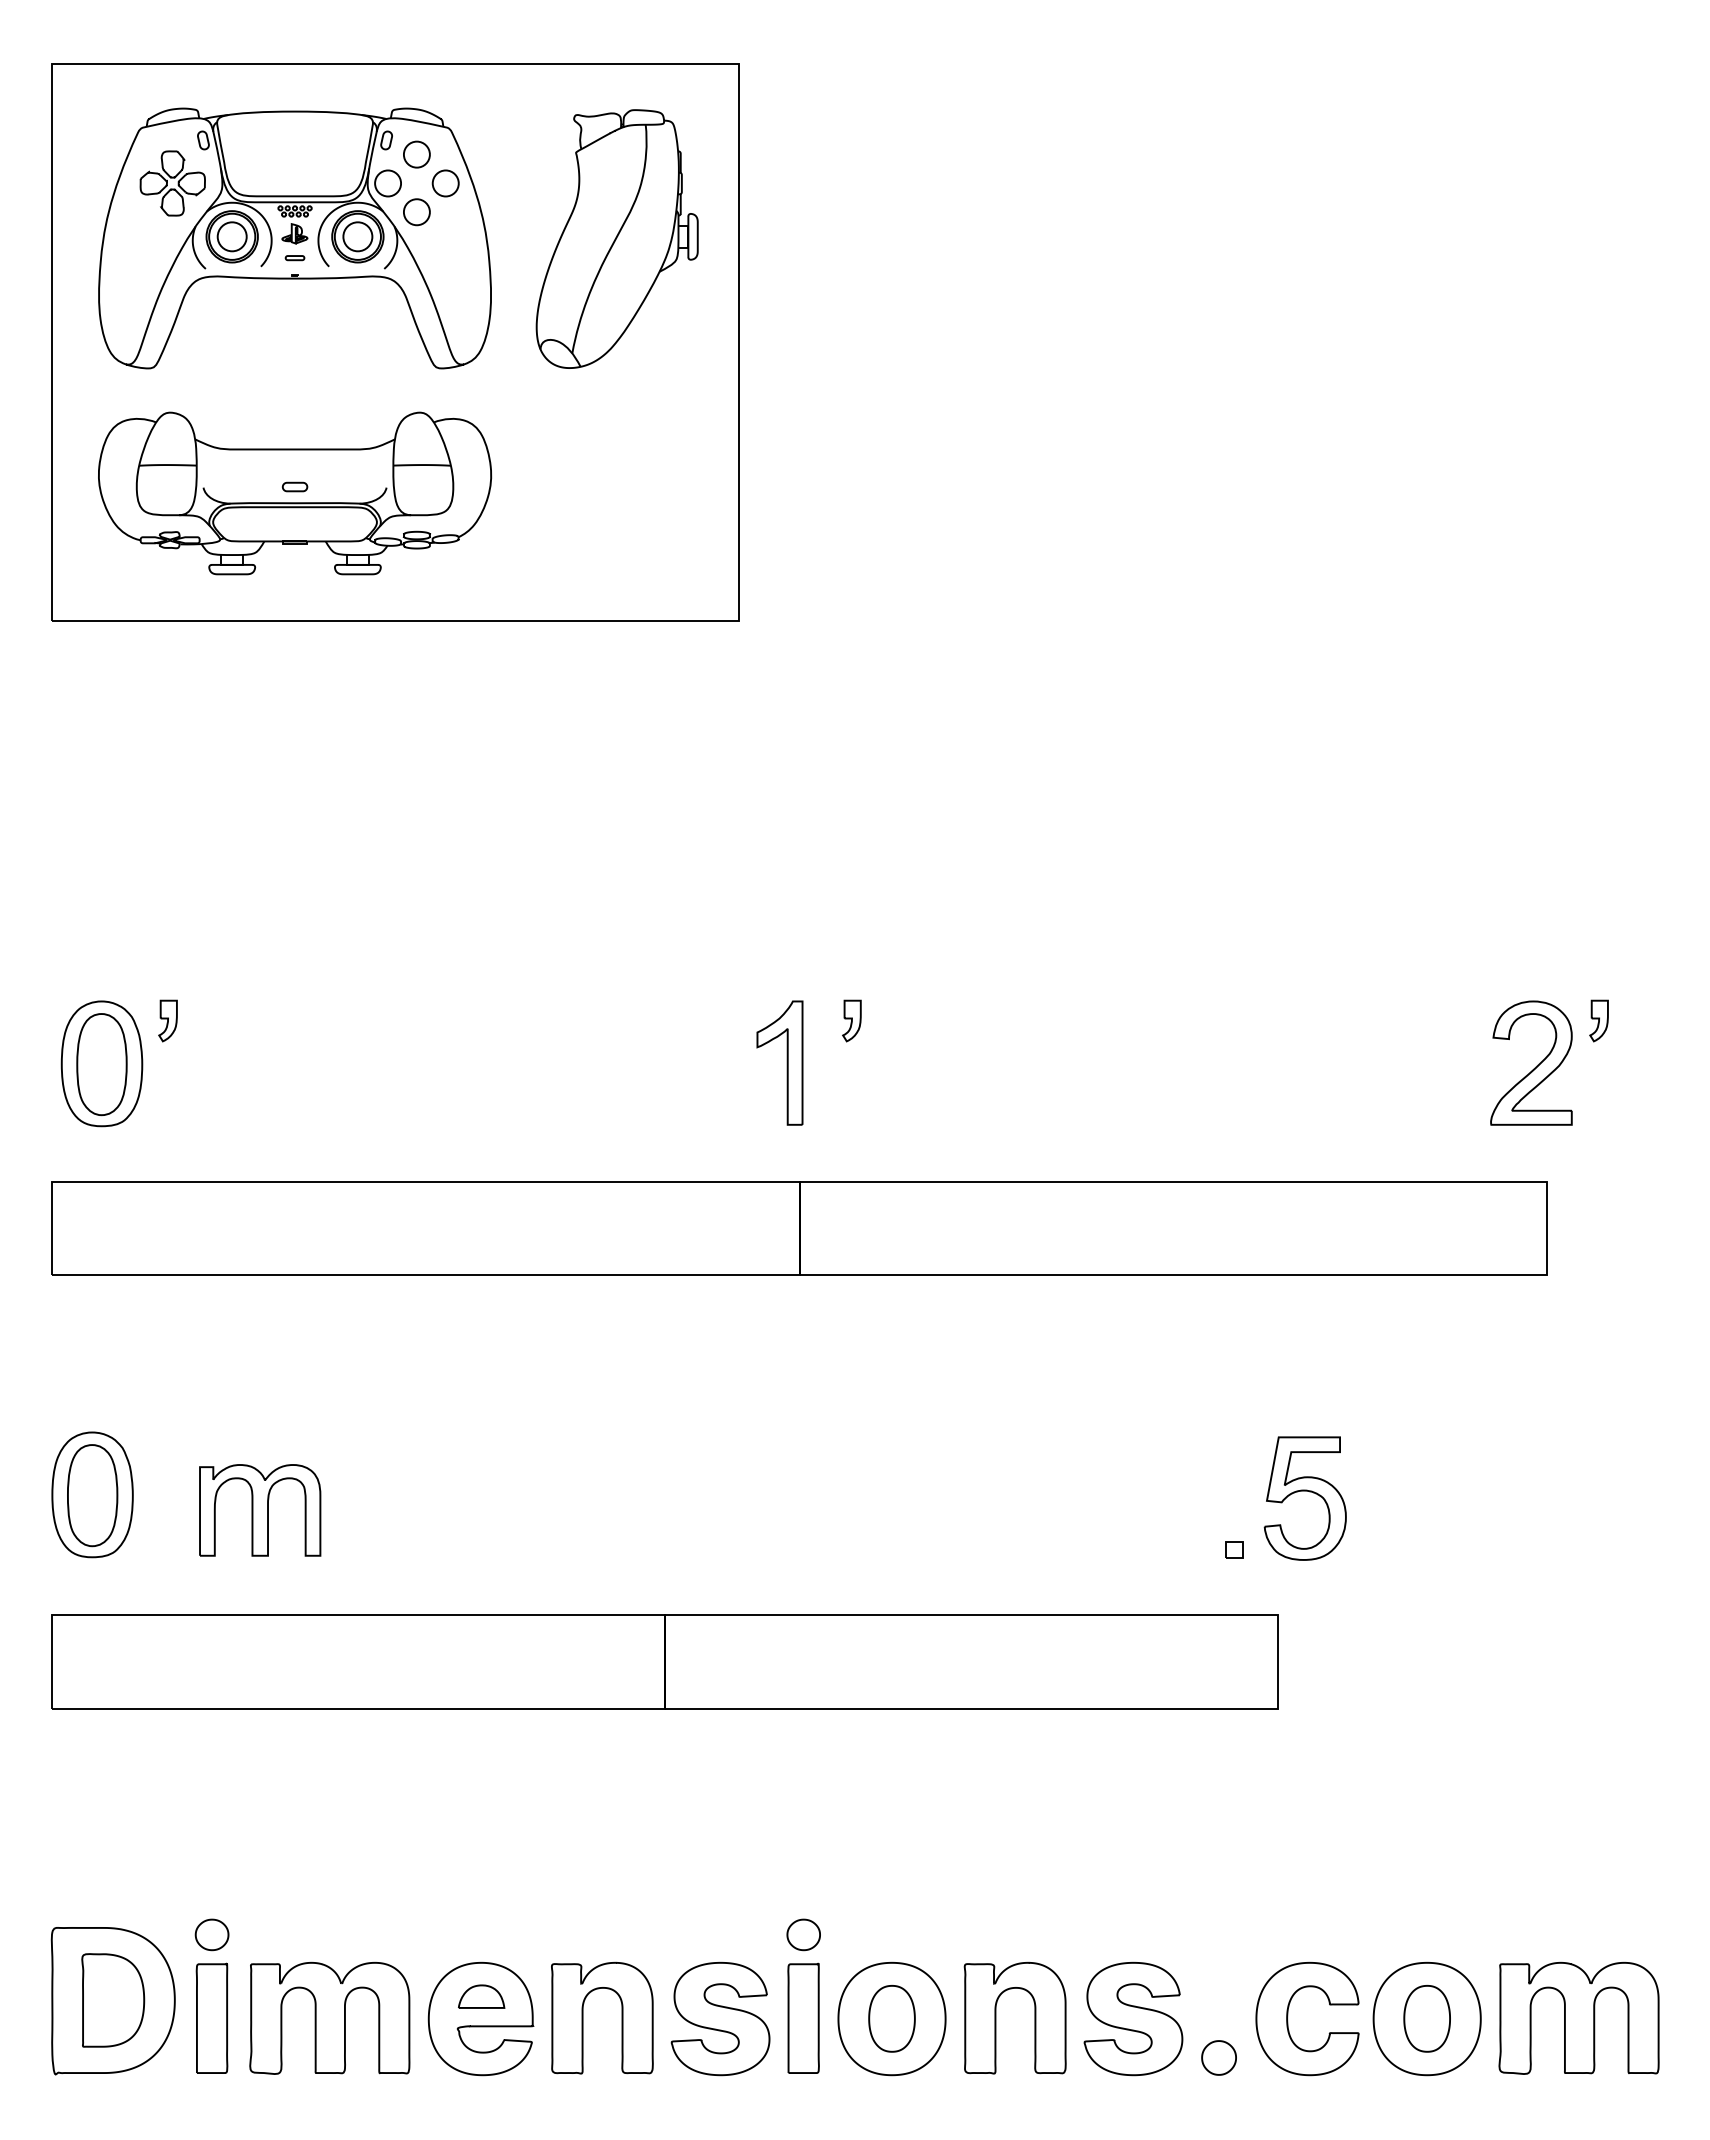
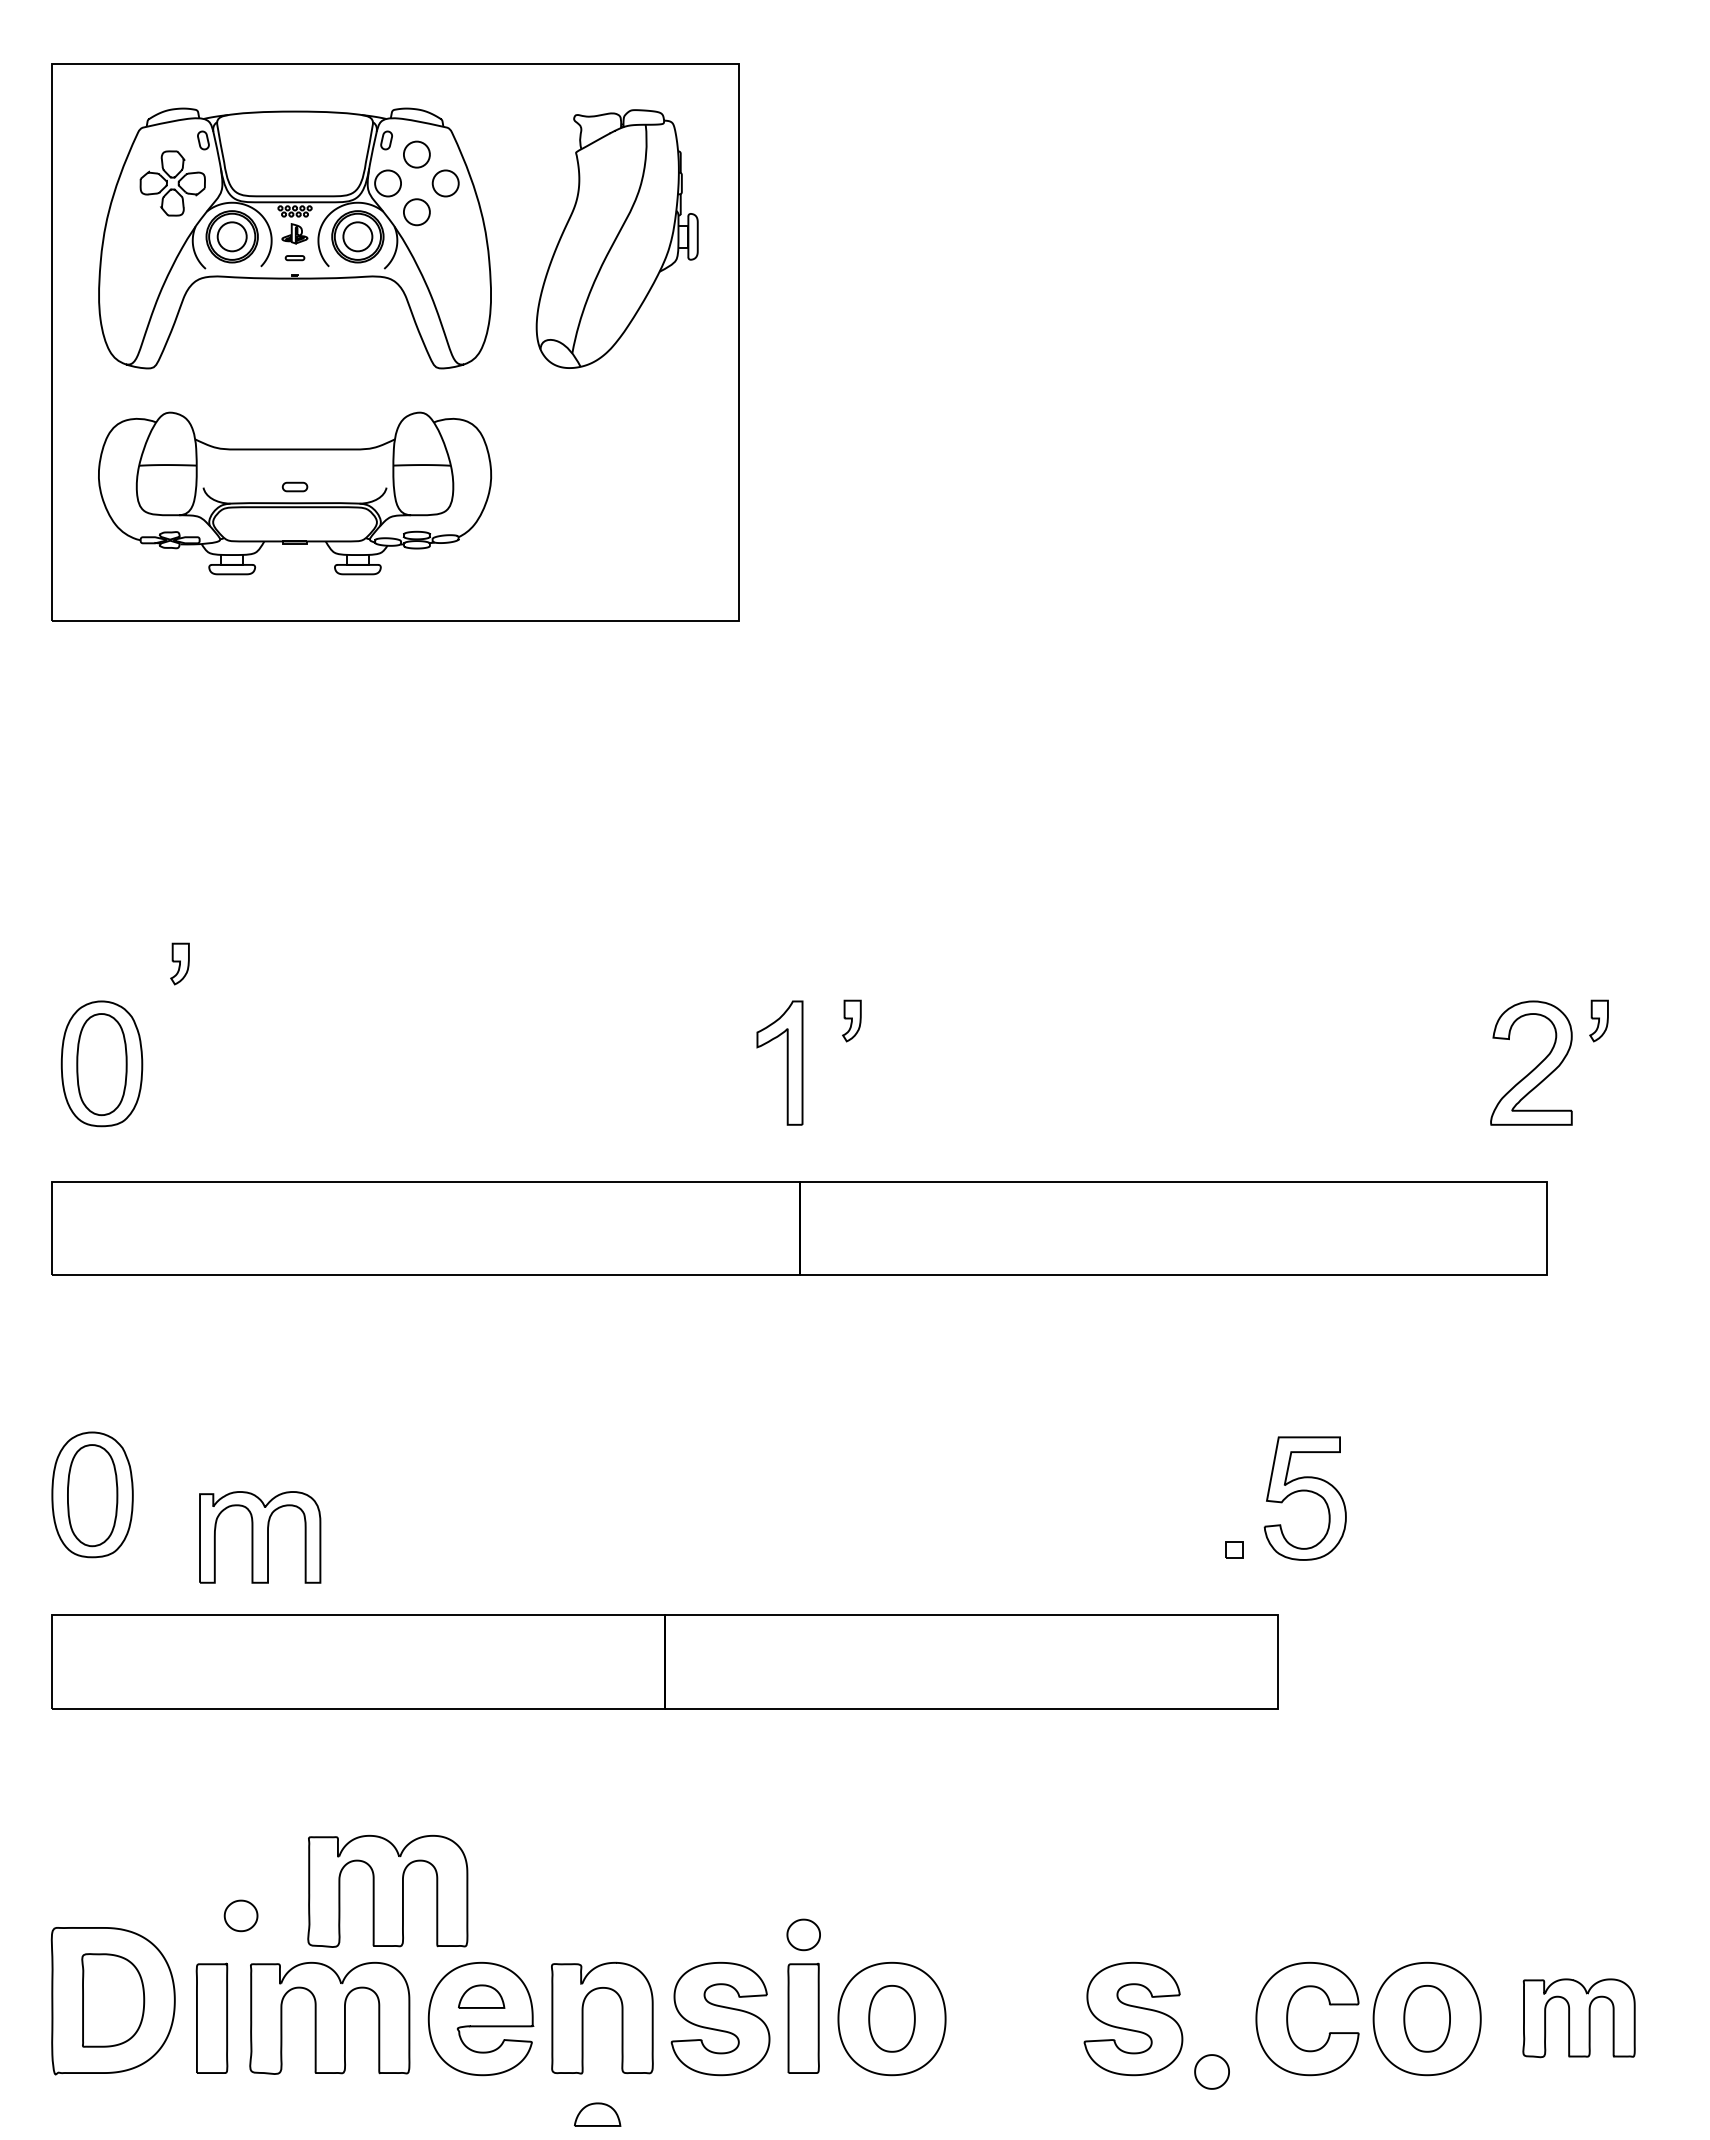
part at (167, 1020) position: (167, 1020) -> (179, 963)
part at (260, 1510) position: (260, 1510) -> (260, 1537)
part at (387, 1890): none -> present
part at (211, 1934) position: (211, 1934) -> (240, 1915)
part at (996, 2017): present -> none
part at (1578, 2017) size: 162x114 px -> 114x81 px
part at (1218, 2057) position: (1218, 2057) -> (1211, 2071)
part at (597, 2114): none -> present
